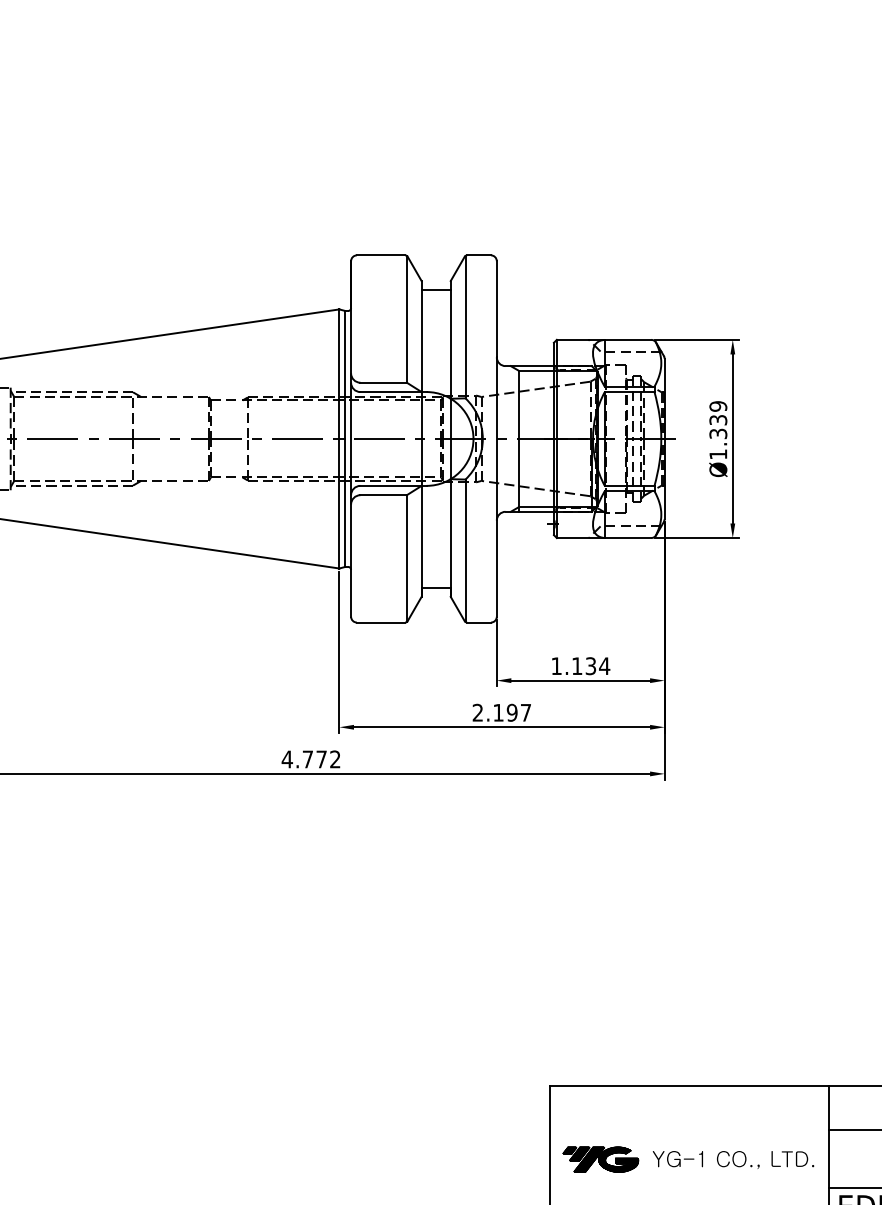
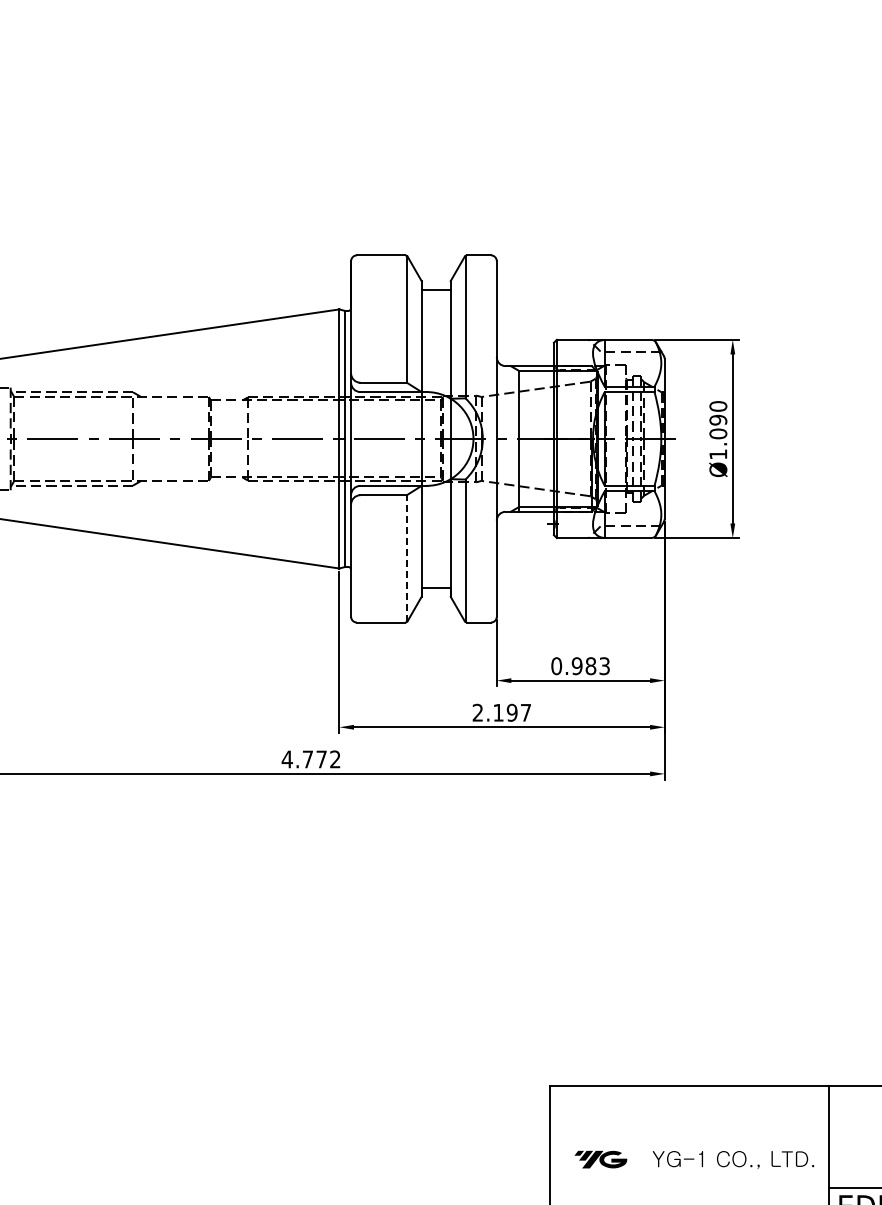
text at (718, 420): Ø1.339 -> Ø1.090
line at (406, 558): solid -> dashed
text at (580, 666): 1.134 -> 0.983
line at (853, 1129): present -> none
part at (600, 1159) size: 78x27 px -> 54x19 px
